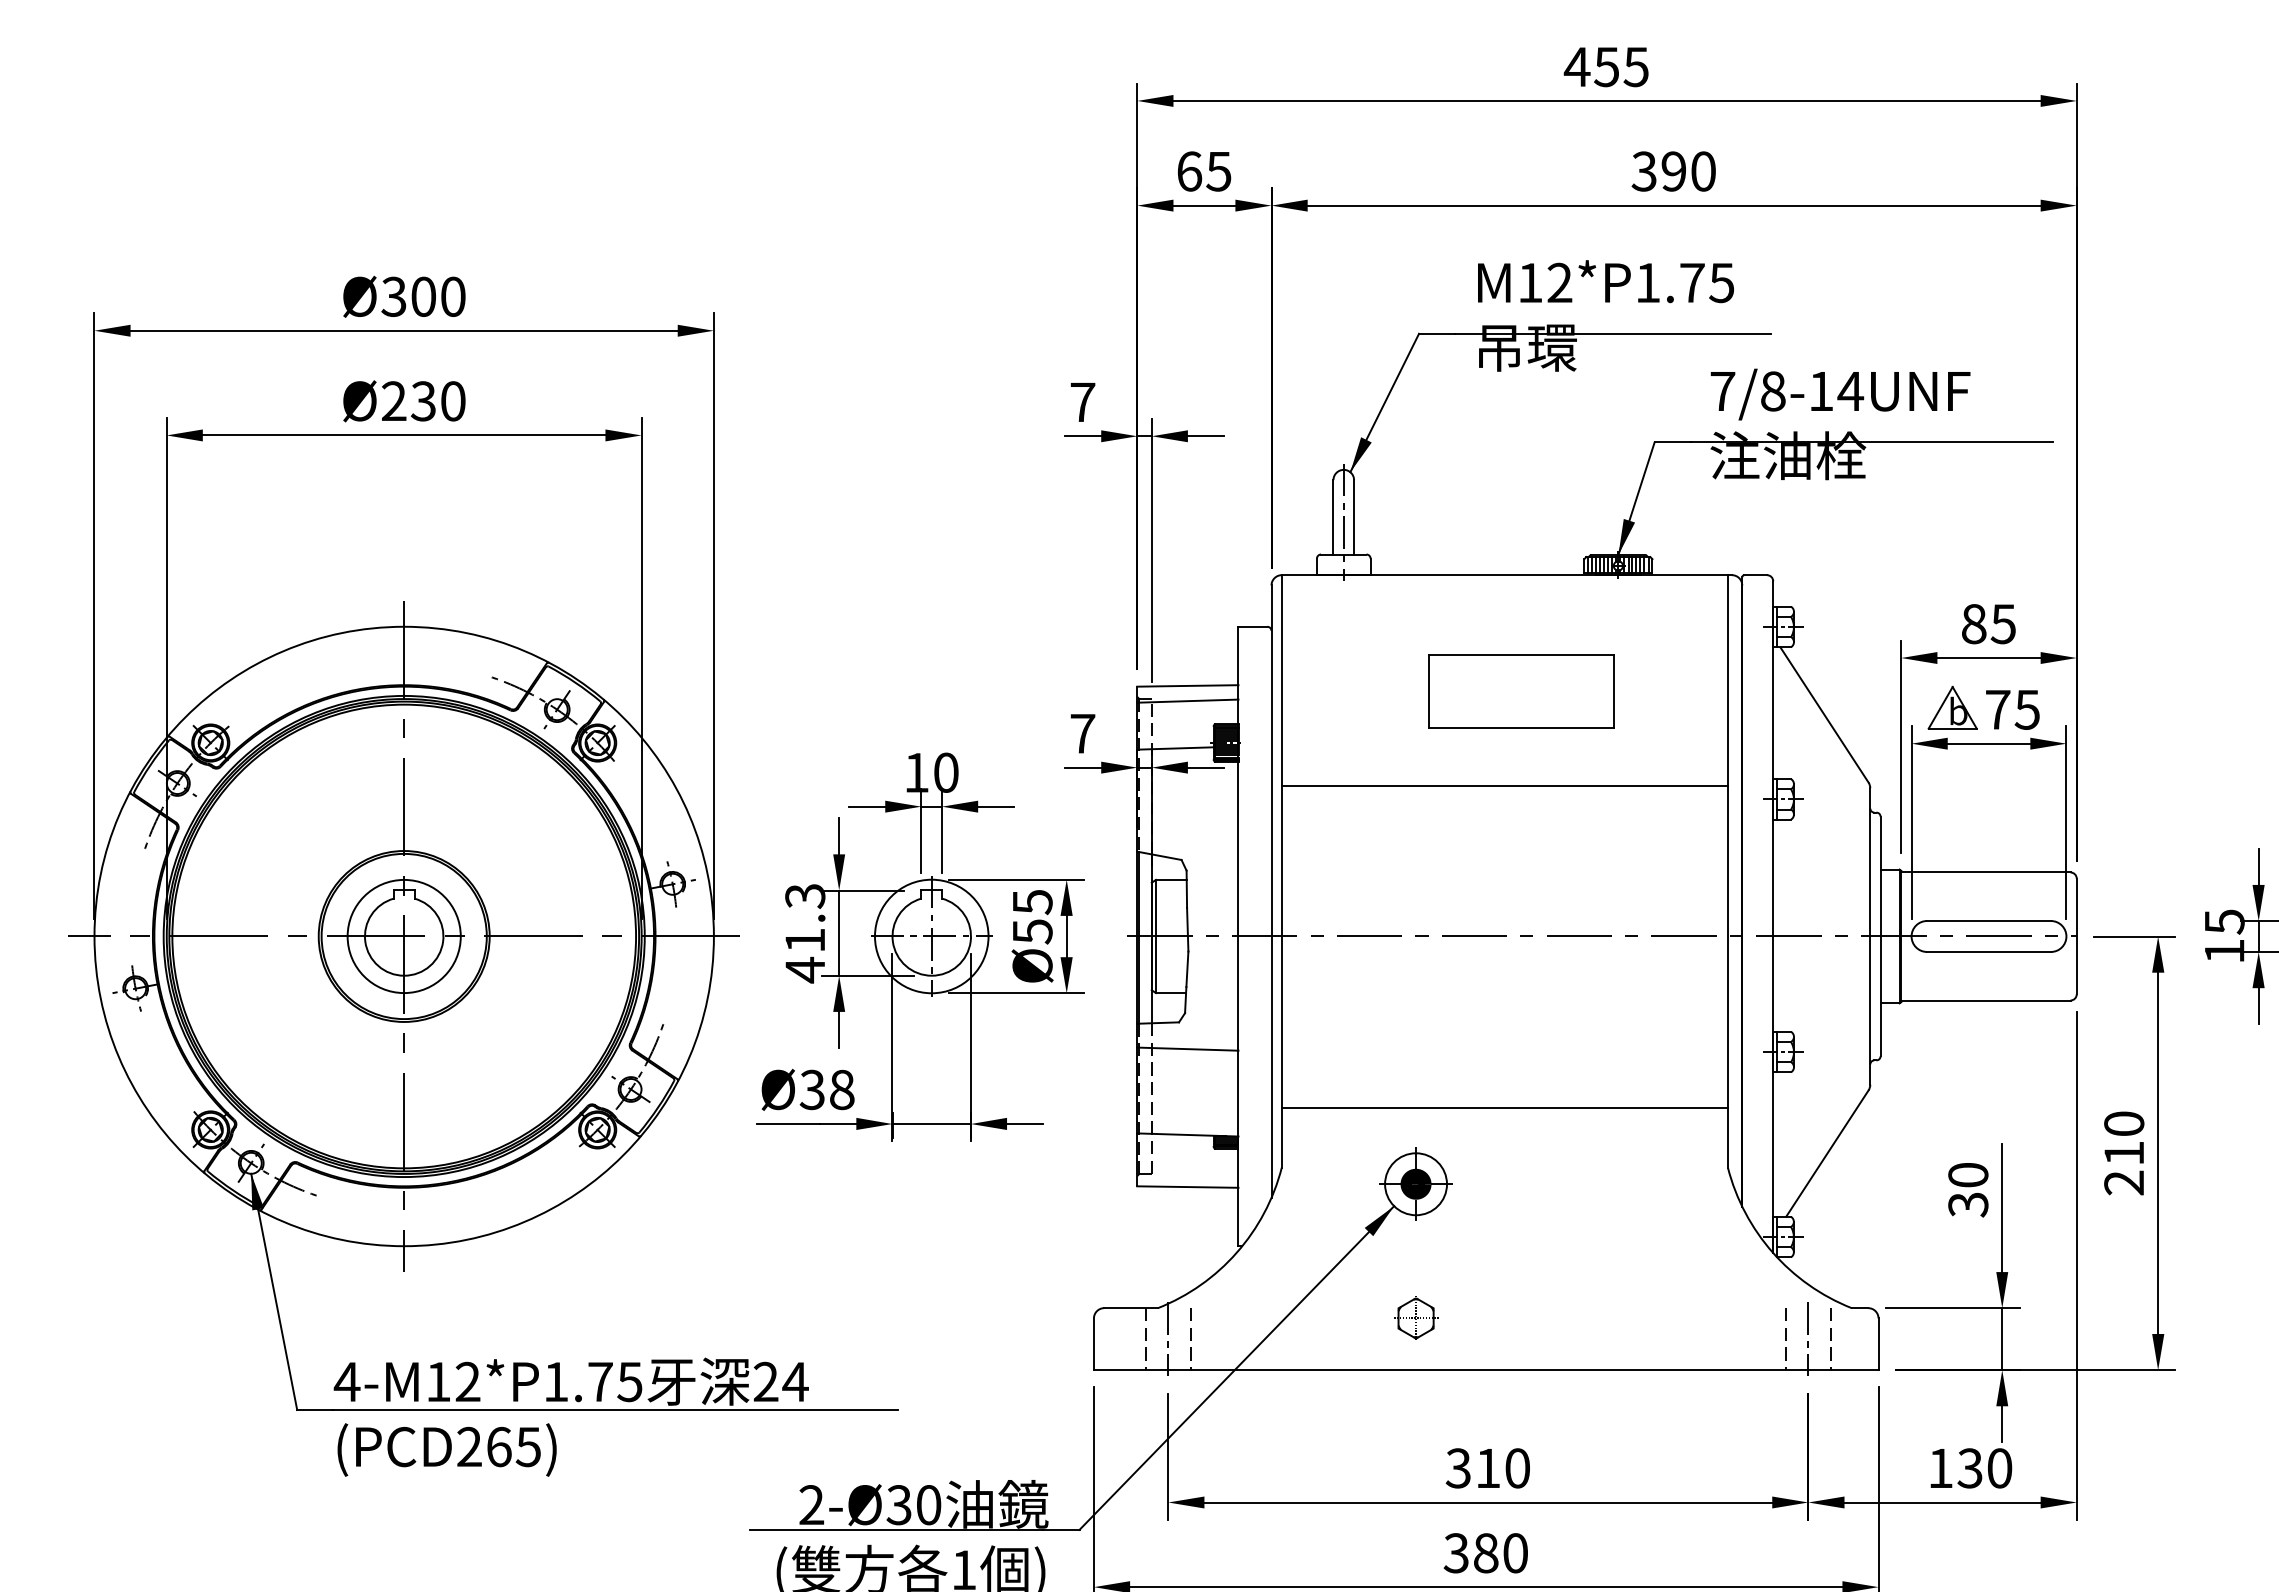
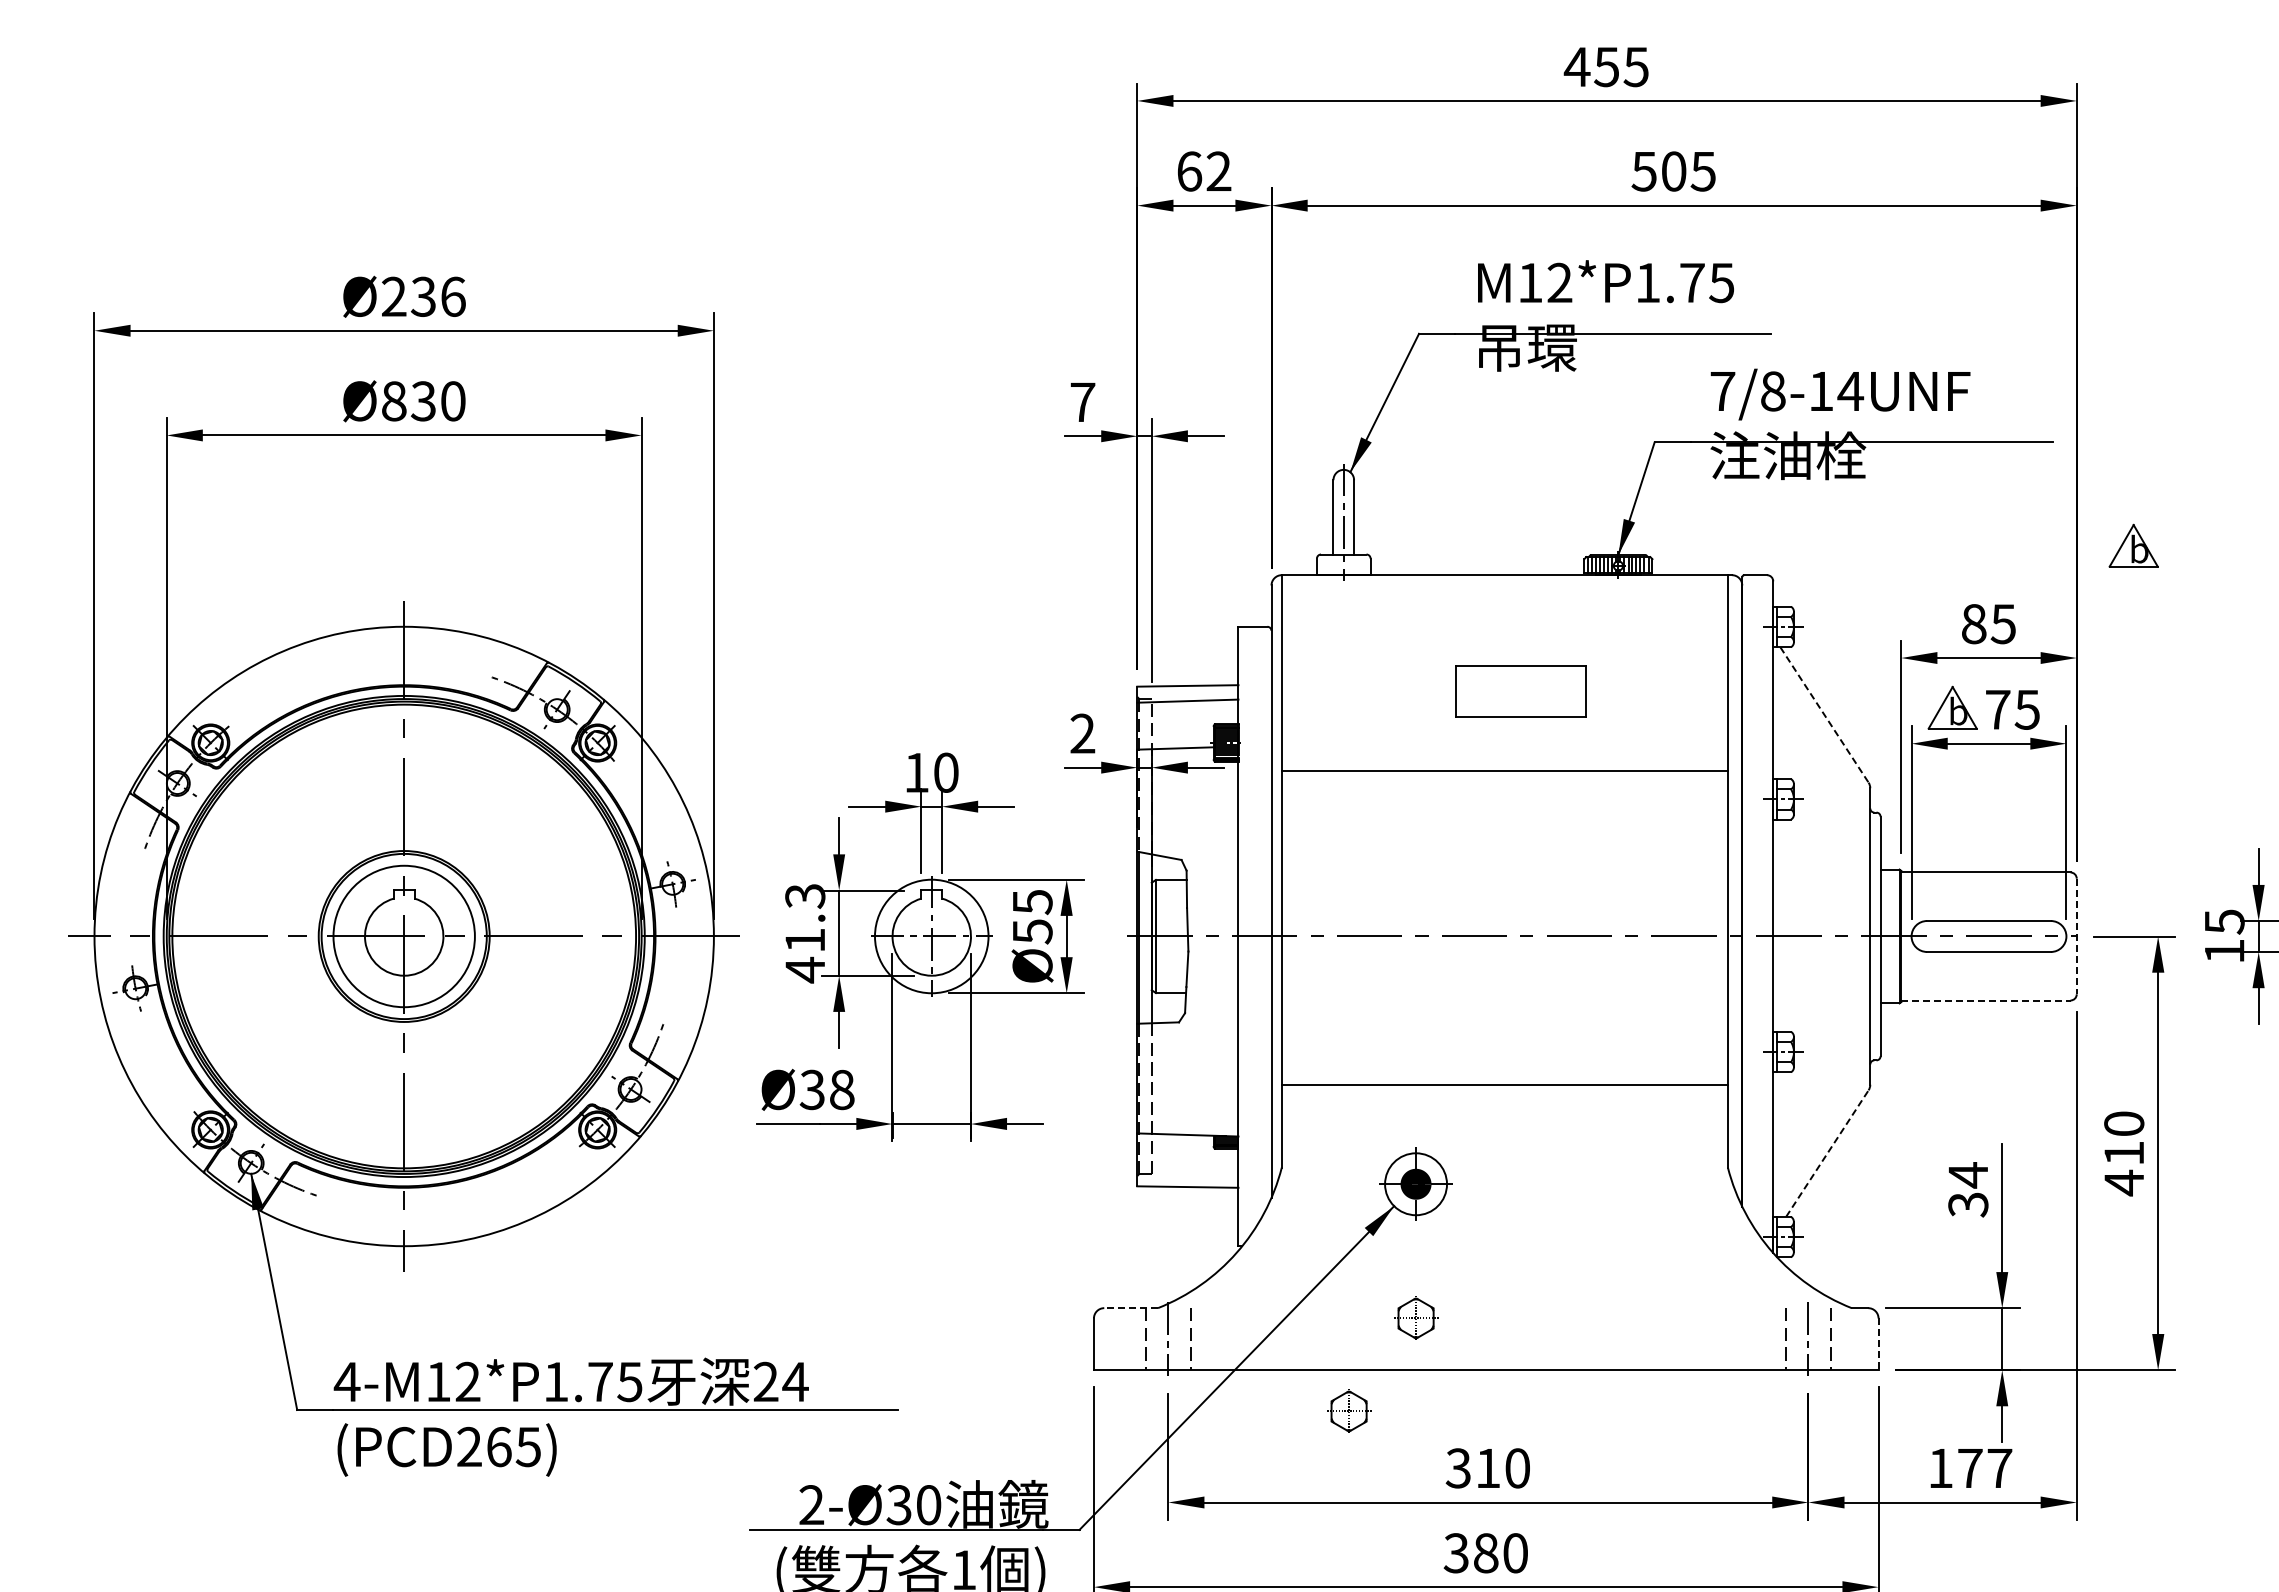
text at (1218, 171): 65 -> 62
text at (1673, 171): 390 -> 505
text at (423, 296): Ø300 -> Ø236
text at (394, 401): Ø230 -> Ø830
part at (2133, 545): none -> present
part at (1521, 691) size: 187x75 px -> 132x53 px
line at (1824, 714): solid -> dashed
text at (1082, 733): 7 -> 2
line at (1504, 785) position: (1504, 785) -> (1504, 770)
circle at (403, 936) diameter: 113 px -> 141 px
line at (2076, 936): solid -> dashed
line at (1985, 1000): solid -> dashed
line at (1187, 1048): present -> none
line at (1504, 1107) position: (1504, 1107) -> (1504, 1084)
line at (1827, 1153): solid -> dashed
text at (1968, 1175): 30 -> 34
text at (2123, 1182): 210 -> 410
line at (1131, 1308): solid -> dashed
line at (1878, 1344): solid -> dashed
part at (1349, 1410): none -> present
text at (1984, 1468): 130 -> 177
